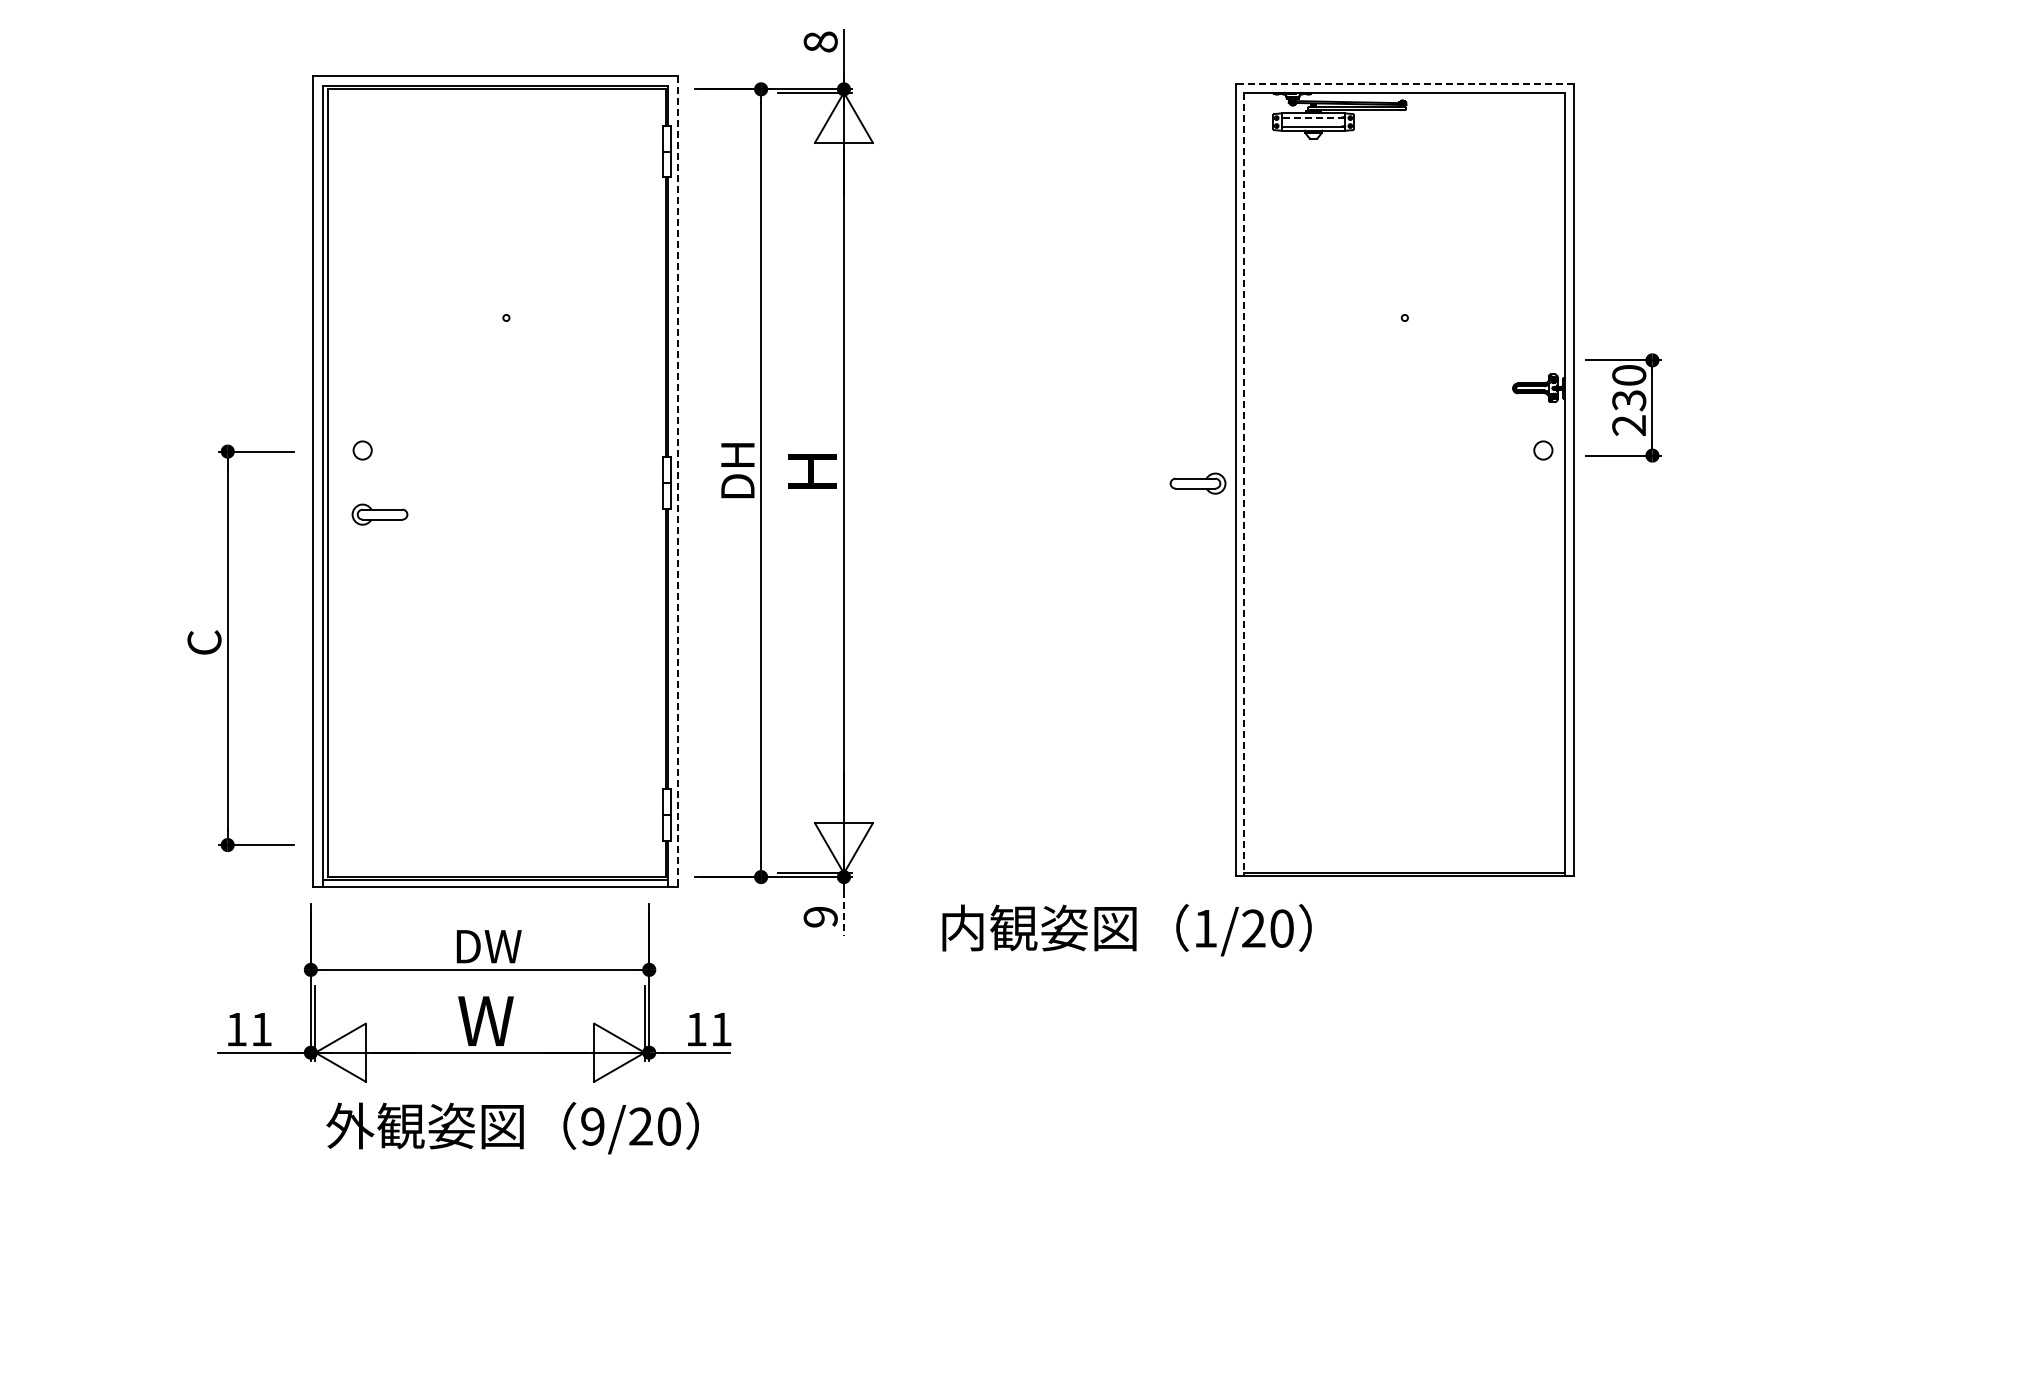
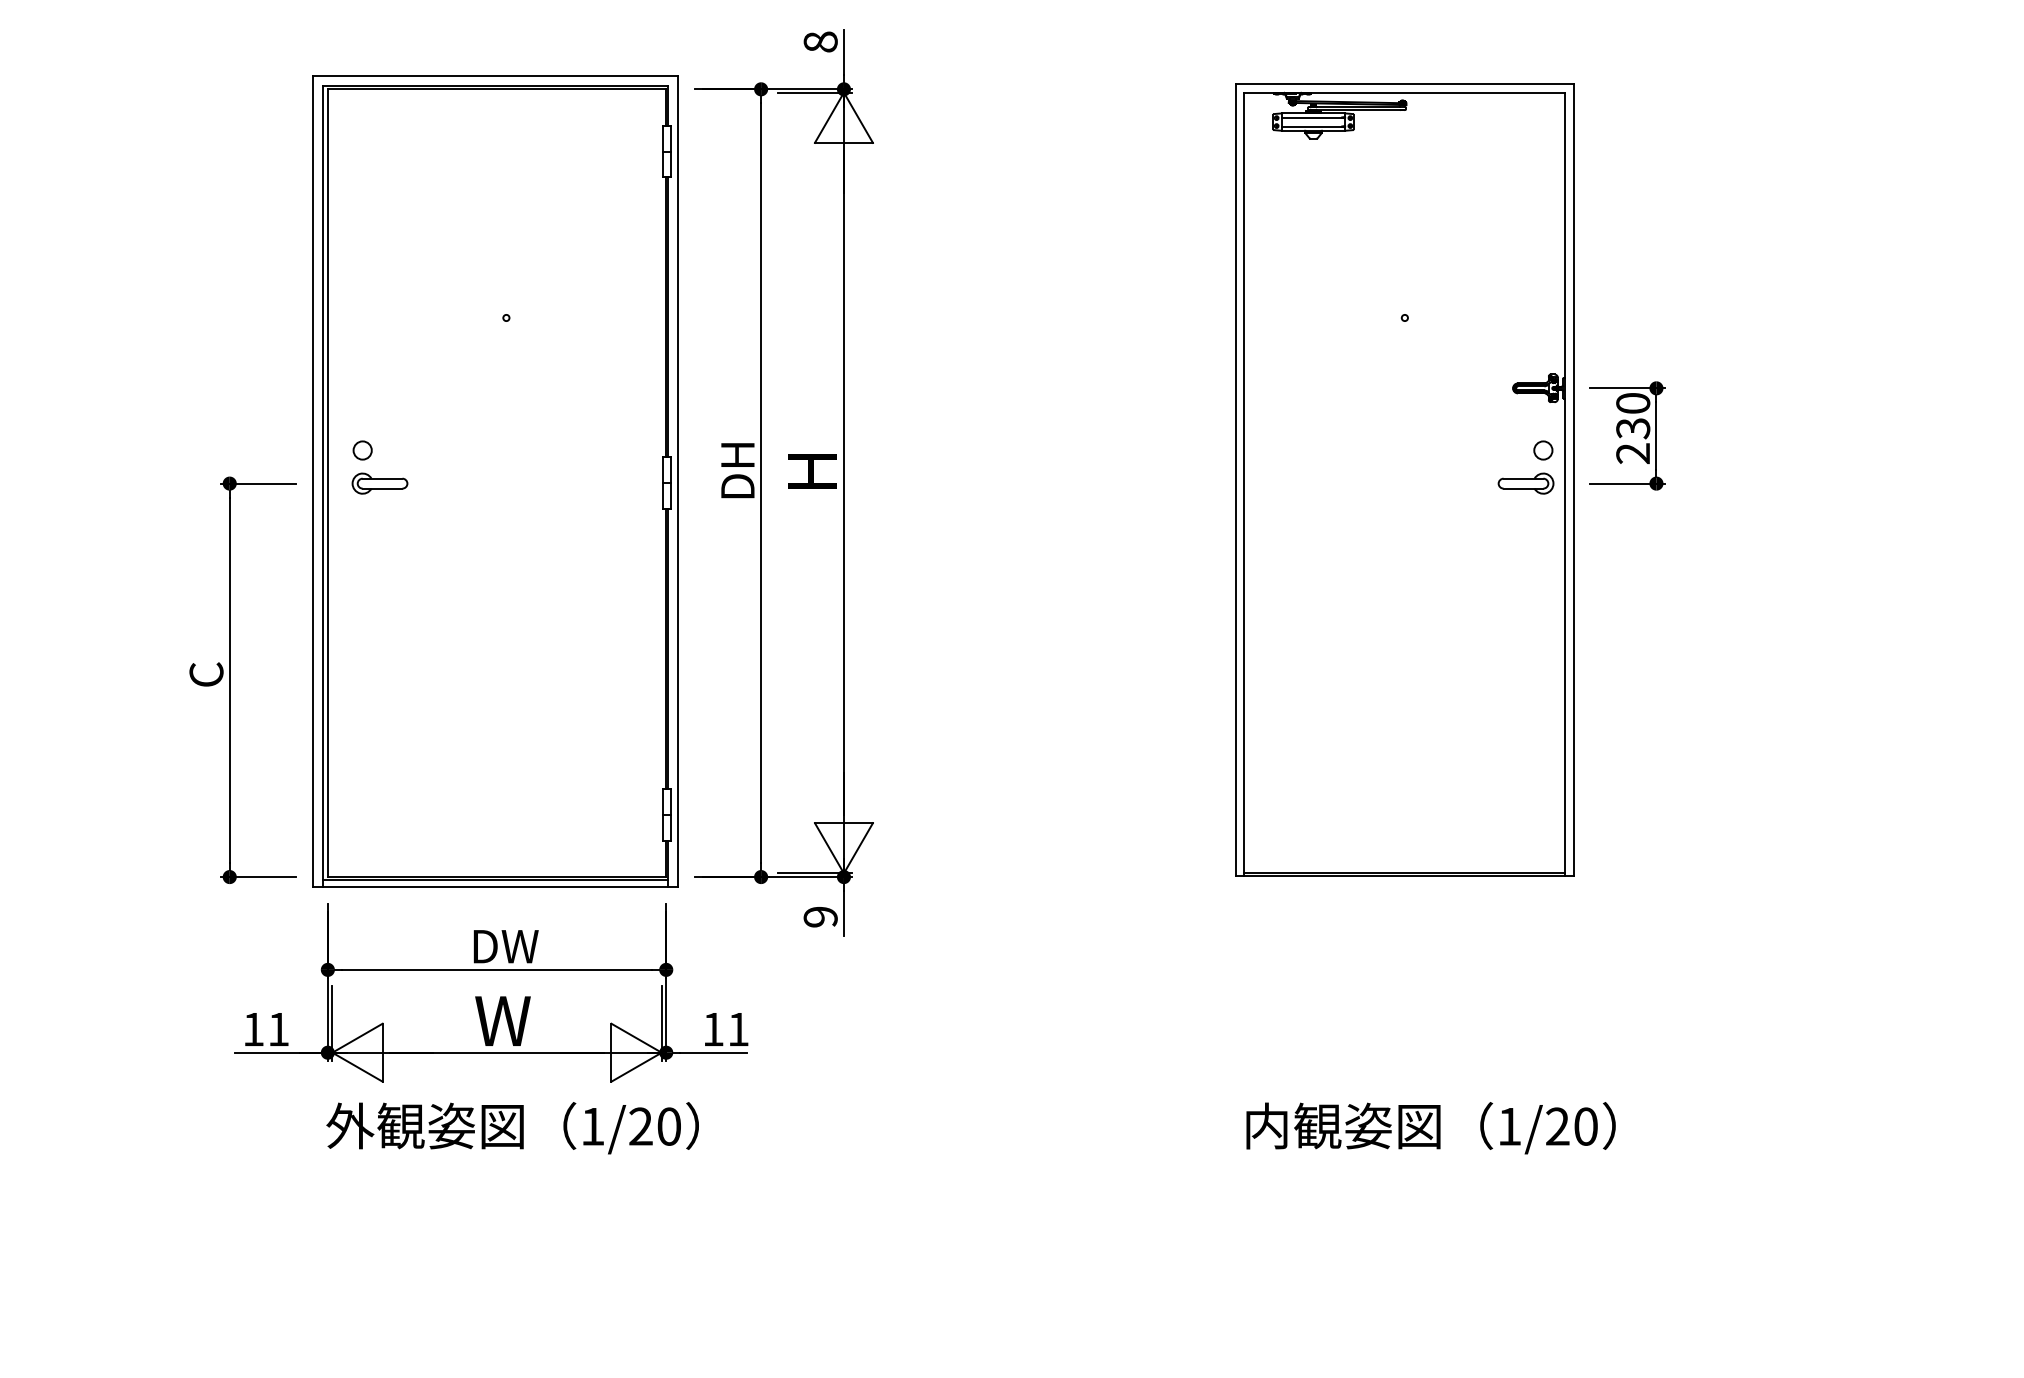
line at (1404, 84): dashed -> solid
line at (1313, 117): dashed -> solid
part at (1623, 407) position: (1623, 407) -> (1627, 435)
line at (678, 482): dashed -> solid
part at (1197, 483) position: (1197, 483) -> (1525, 483)
line at (1244, 484): dashed -> solid
part at (379, 514) position: (379, 514) -> (379, 483)
part at (228, 647) position: (228, 647) -> (230, 679)
line at (843, 914): dashed -> solid
text at (1126, 930) position: (1126, 930) -> (1430, 1128)
part at (474, 992) position: (474, 992) -> (491, 992)
text at (592, 1126): 9/20 -> 1/20
